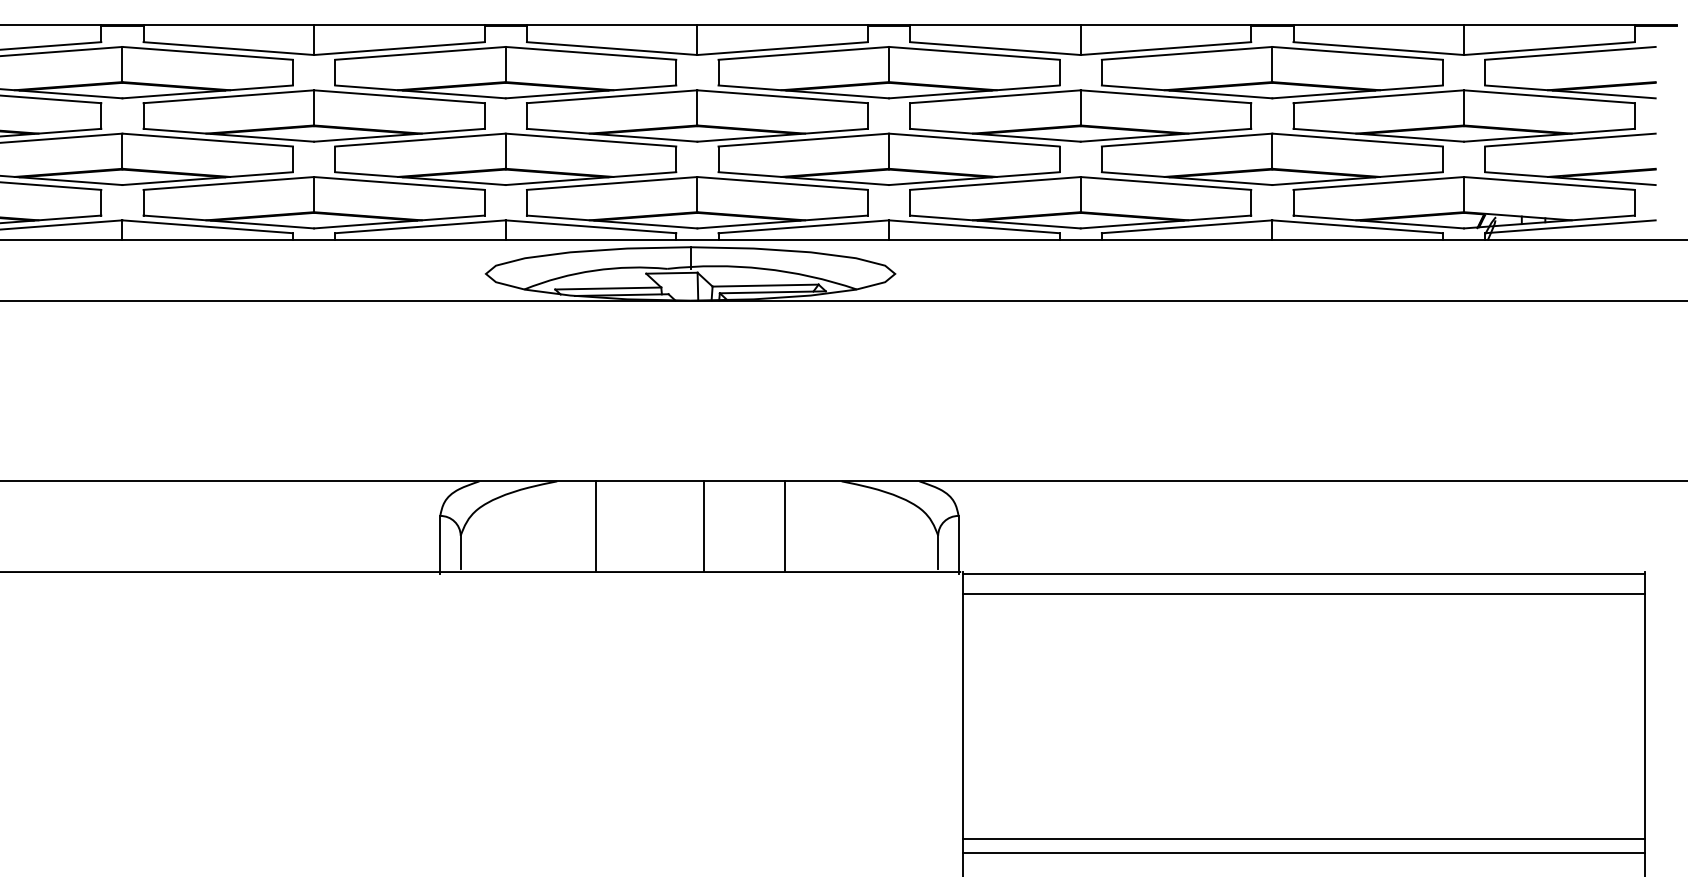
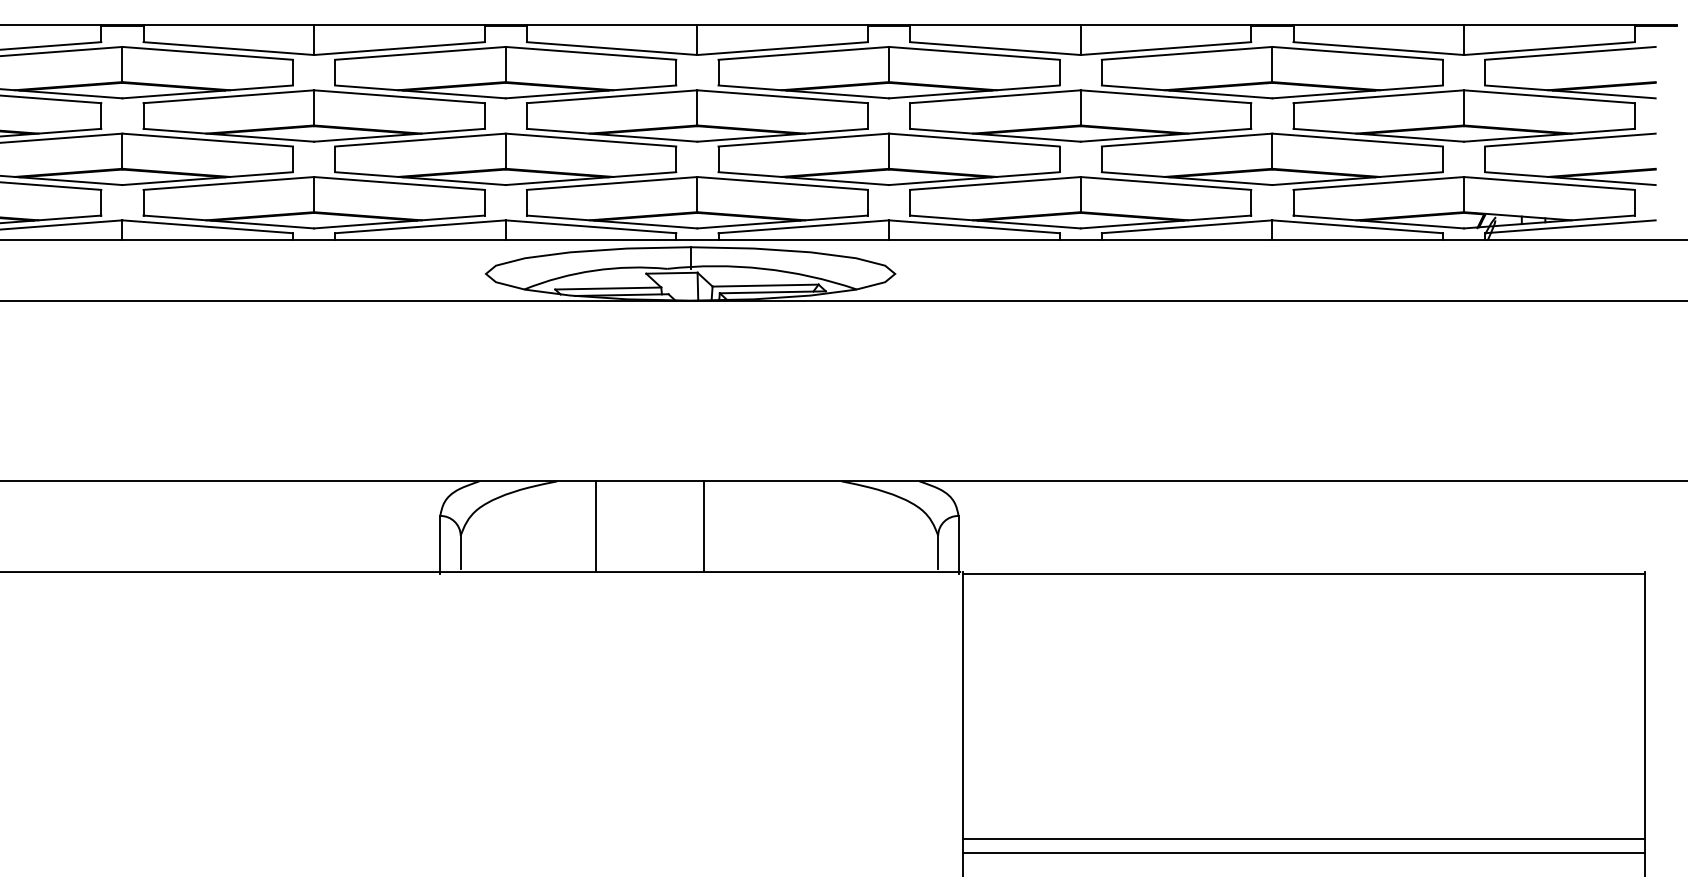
line at (784, 526): present -> none
line at (1303, 593): present -> none
